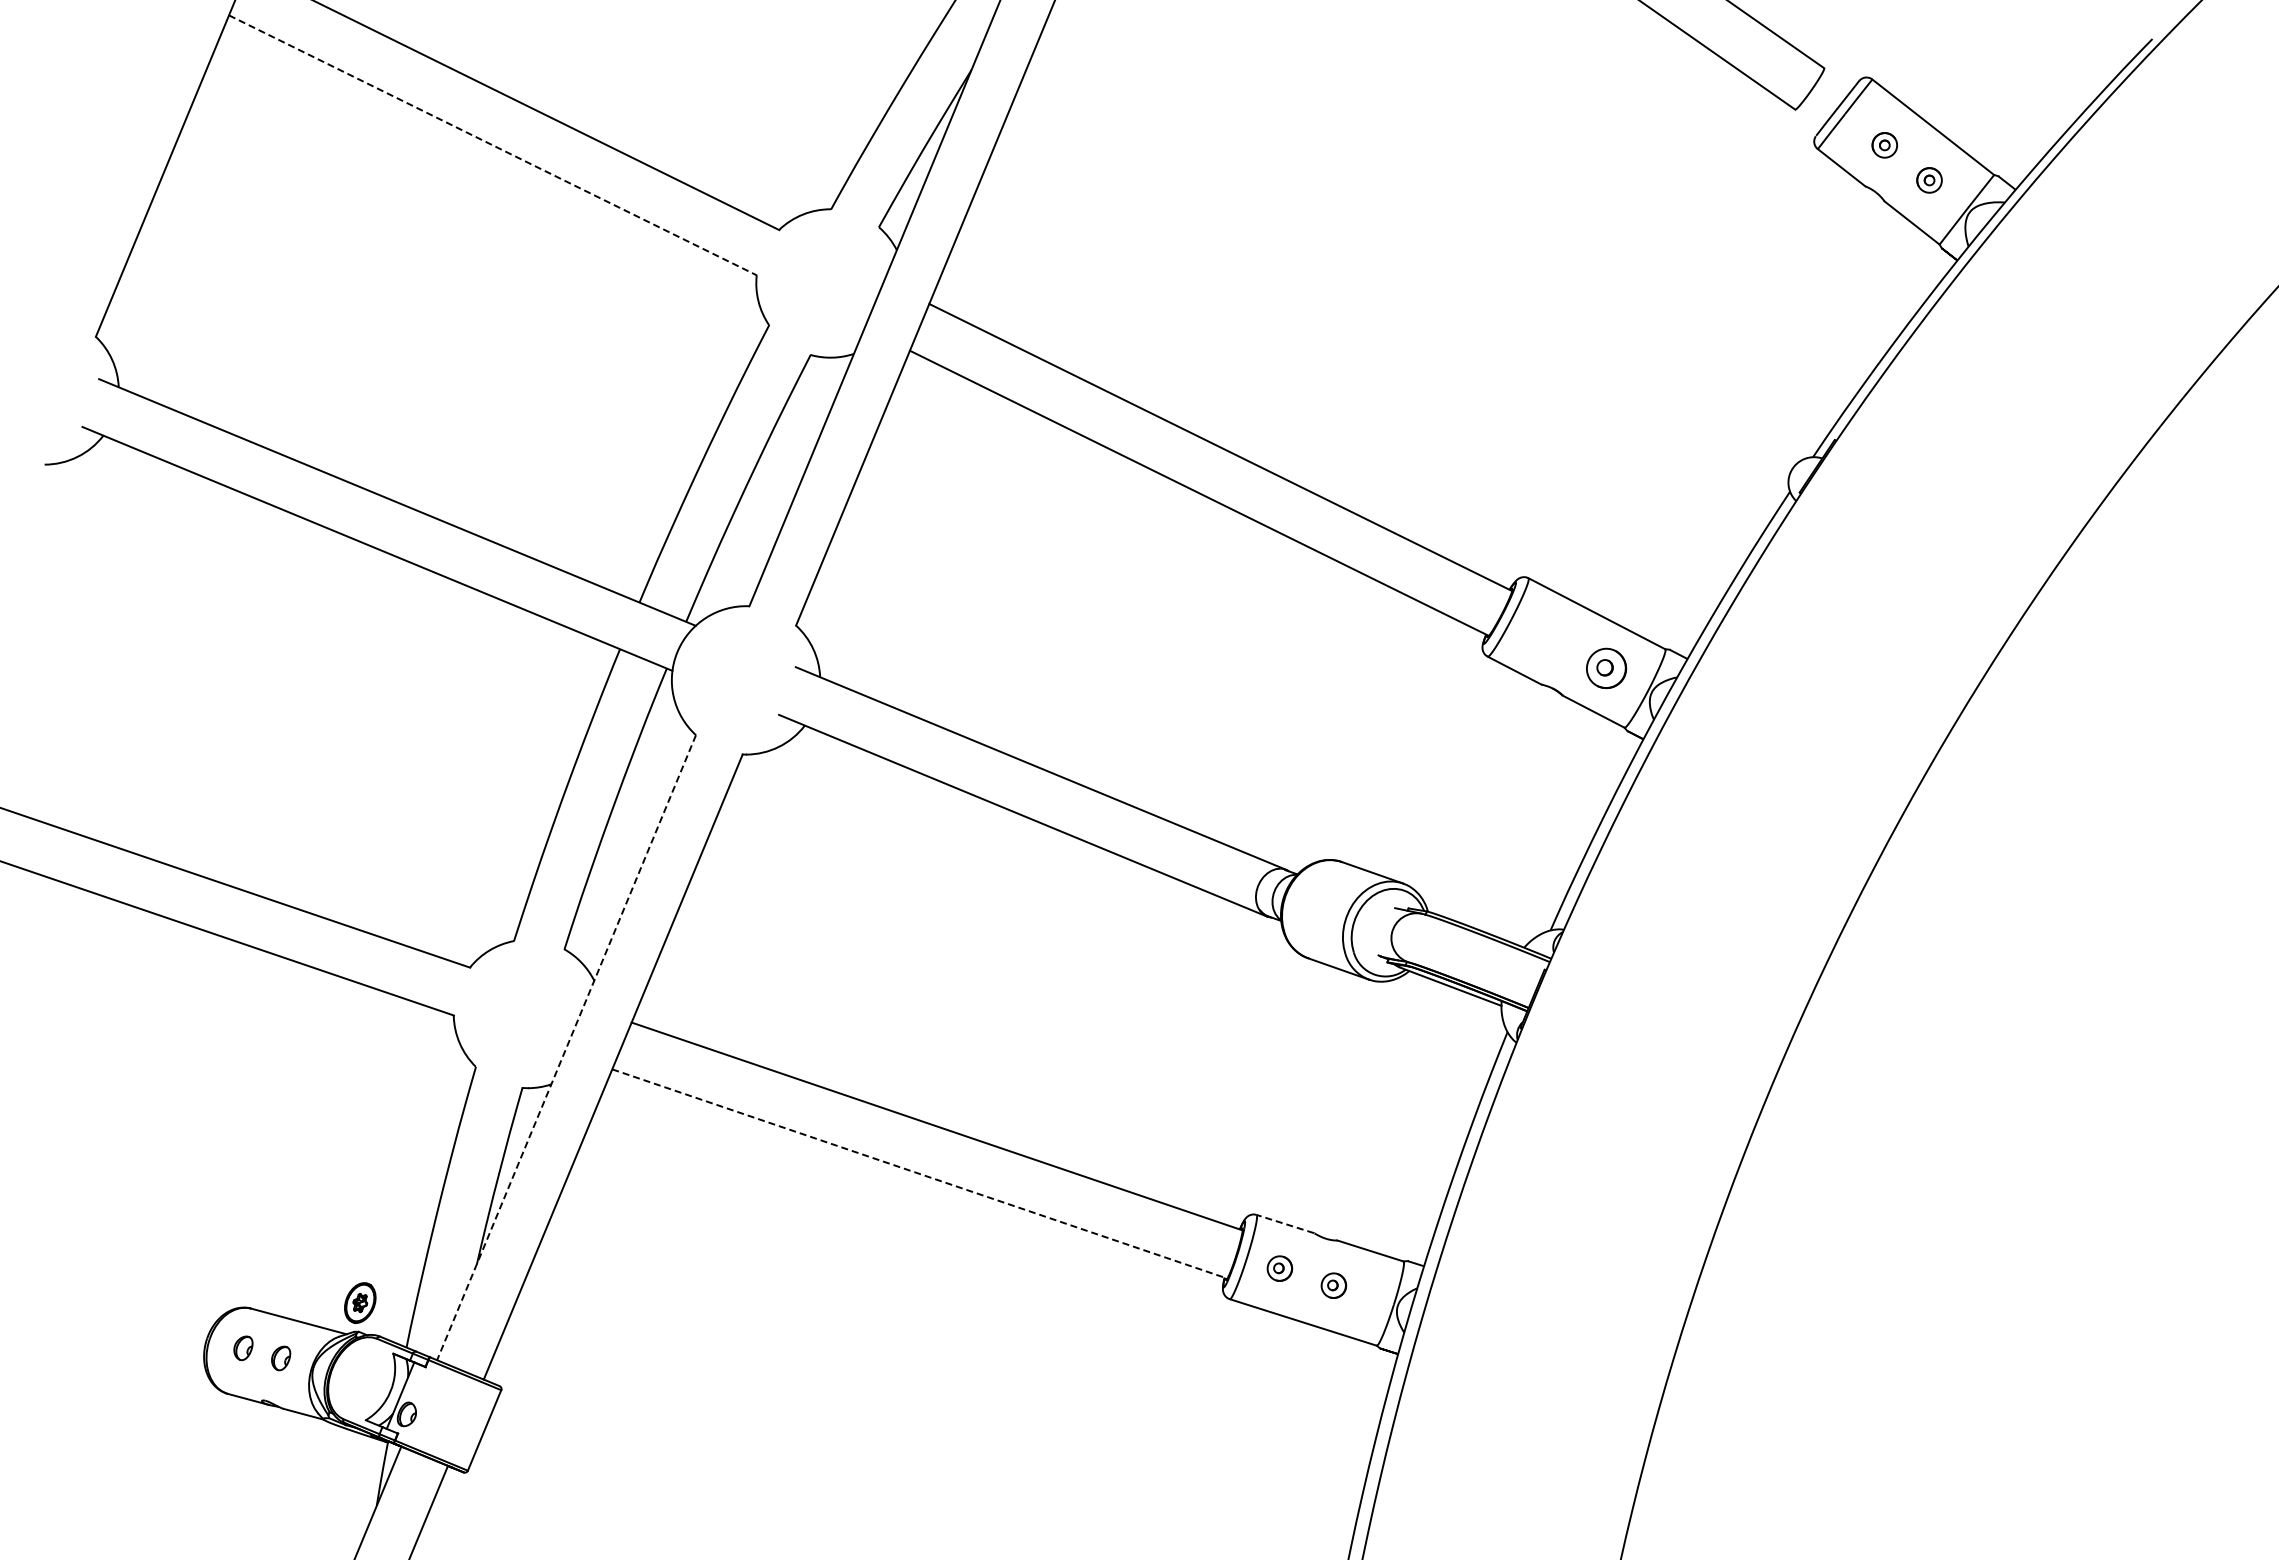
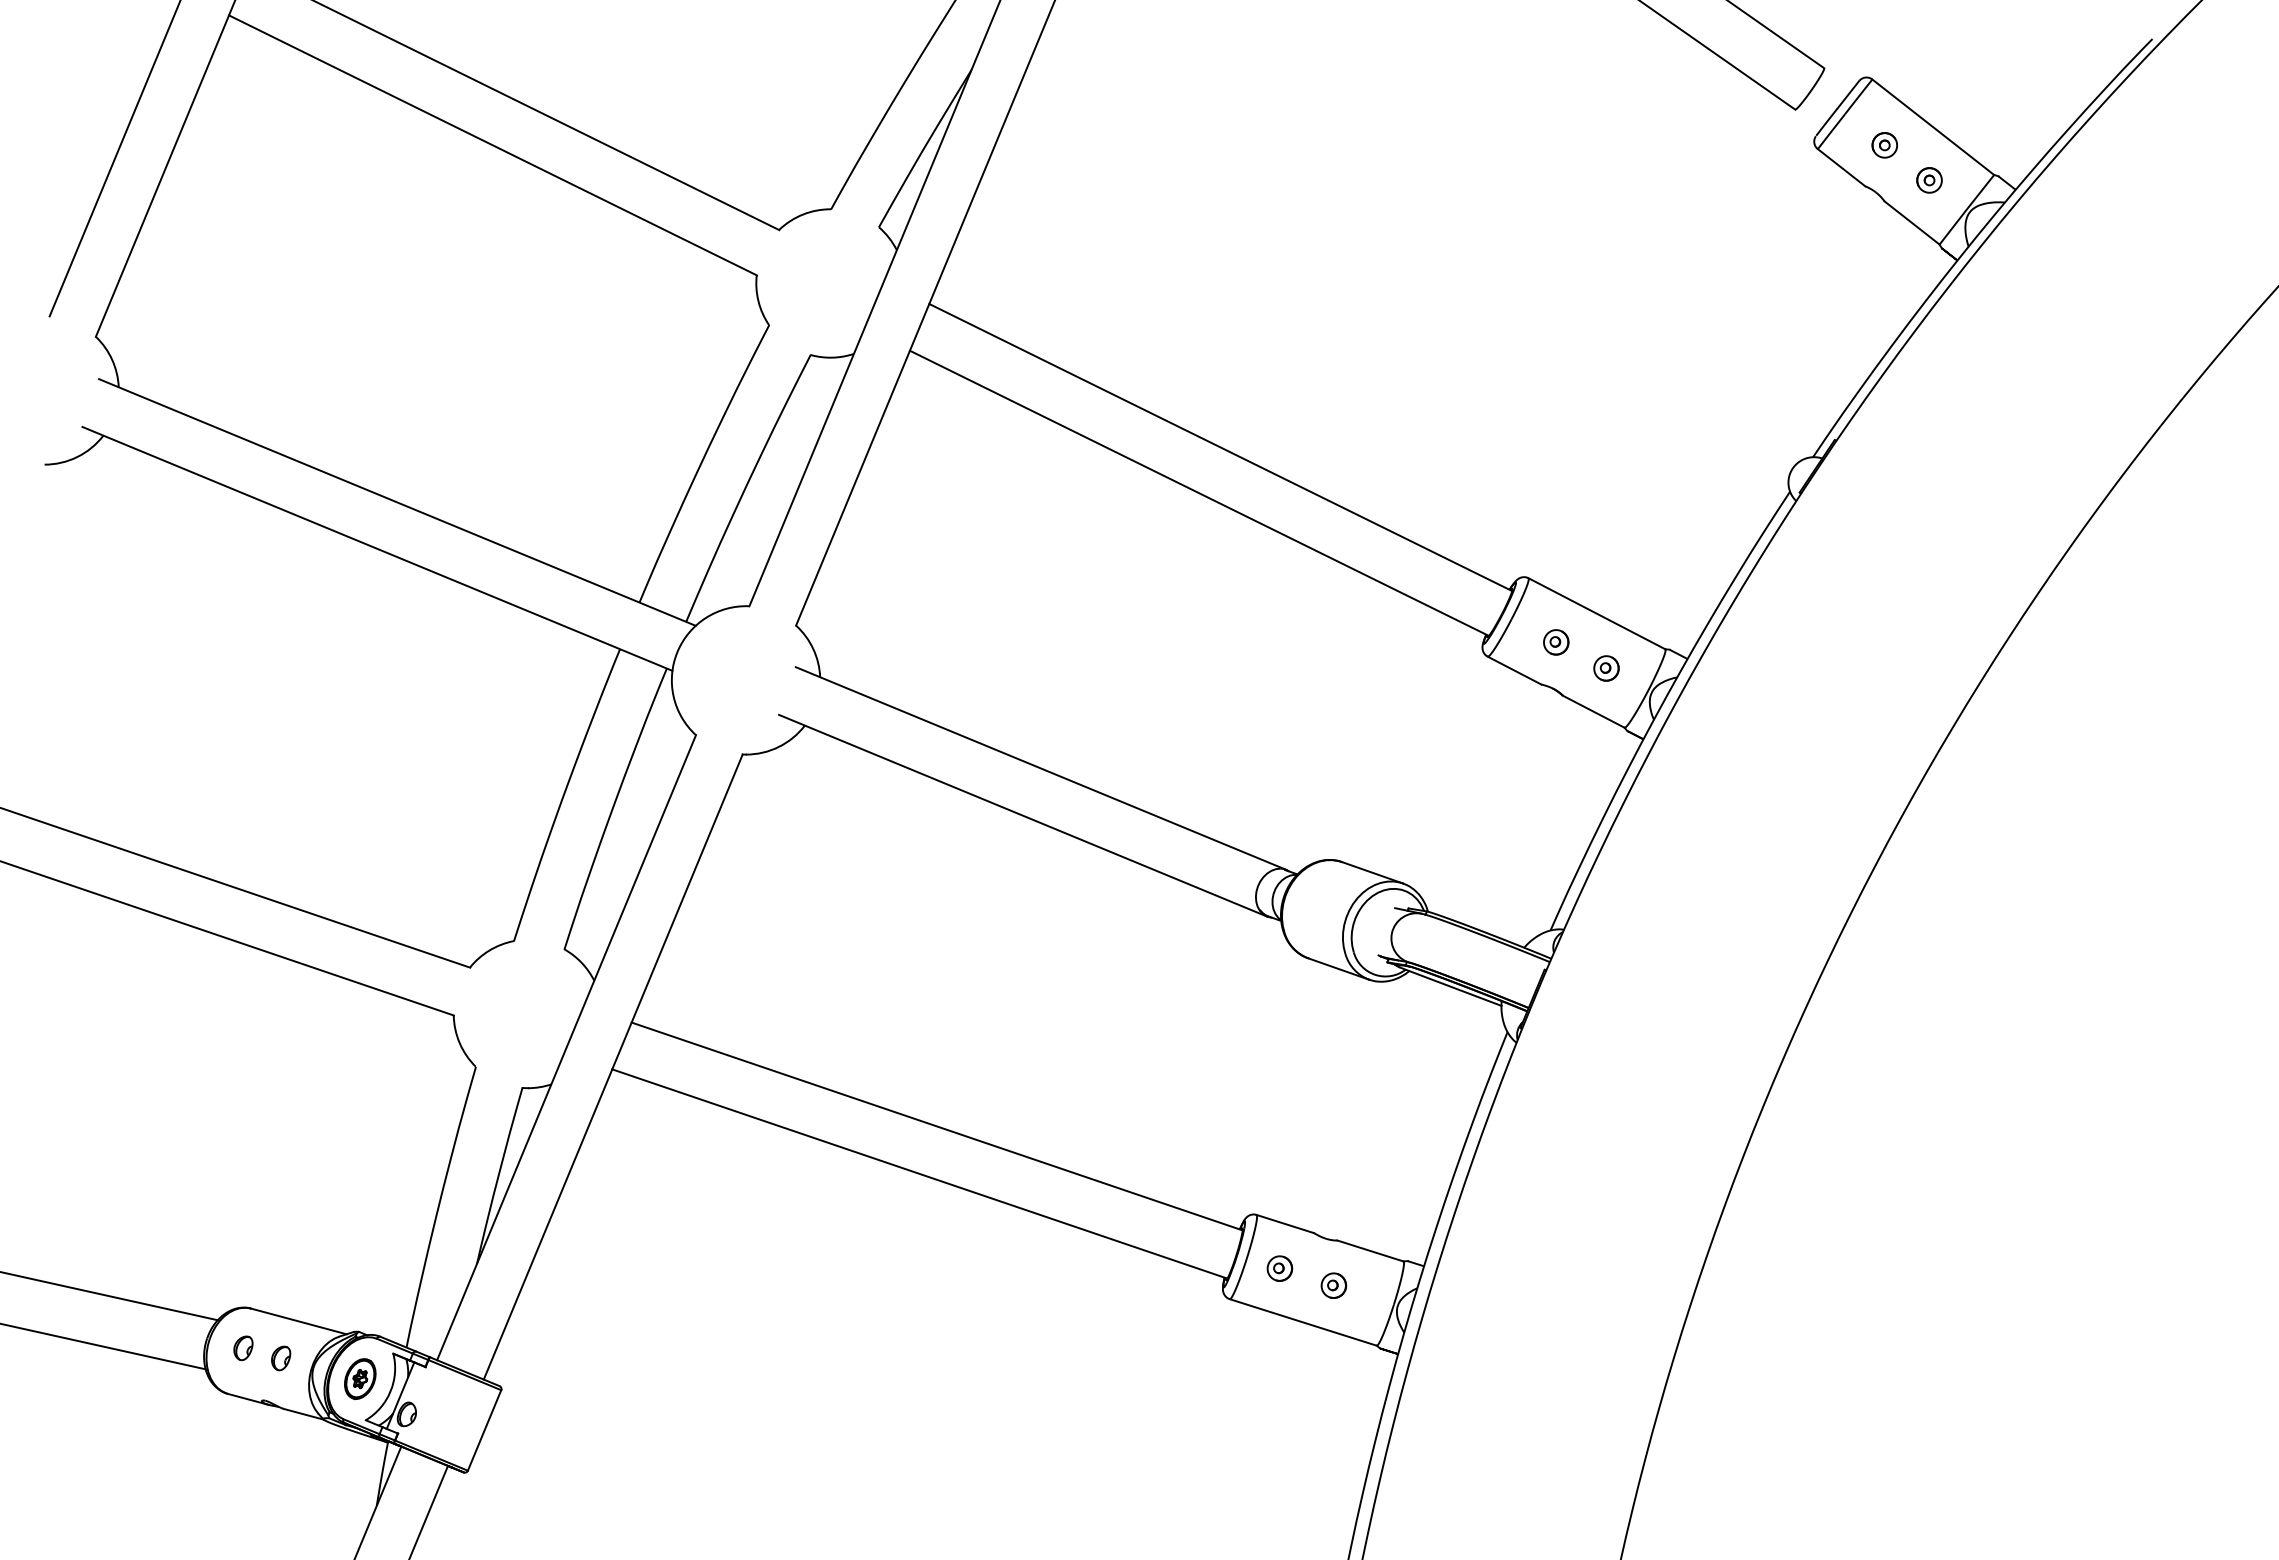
line at (493, 145): dashed -> solid
line at (114, 159): none -> present
part at (1556, 642): none -> present
part at (1606, 668) size: 42x43 px -> 27x27 px
line at (566, 1048): dashed -> solid
line at (919, 1173): dashed -> solid
line at (1284, 1223): dashed -> solid
line at (109, 1296): none -> present
part at (360, 1303) position: (360, 1303) -> (360, 1379)
line at (103, 1346): none -> present
